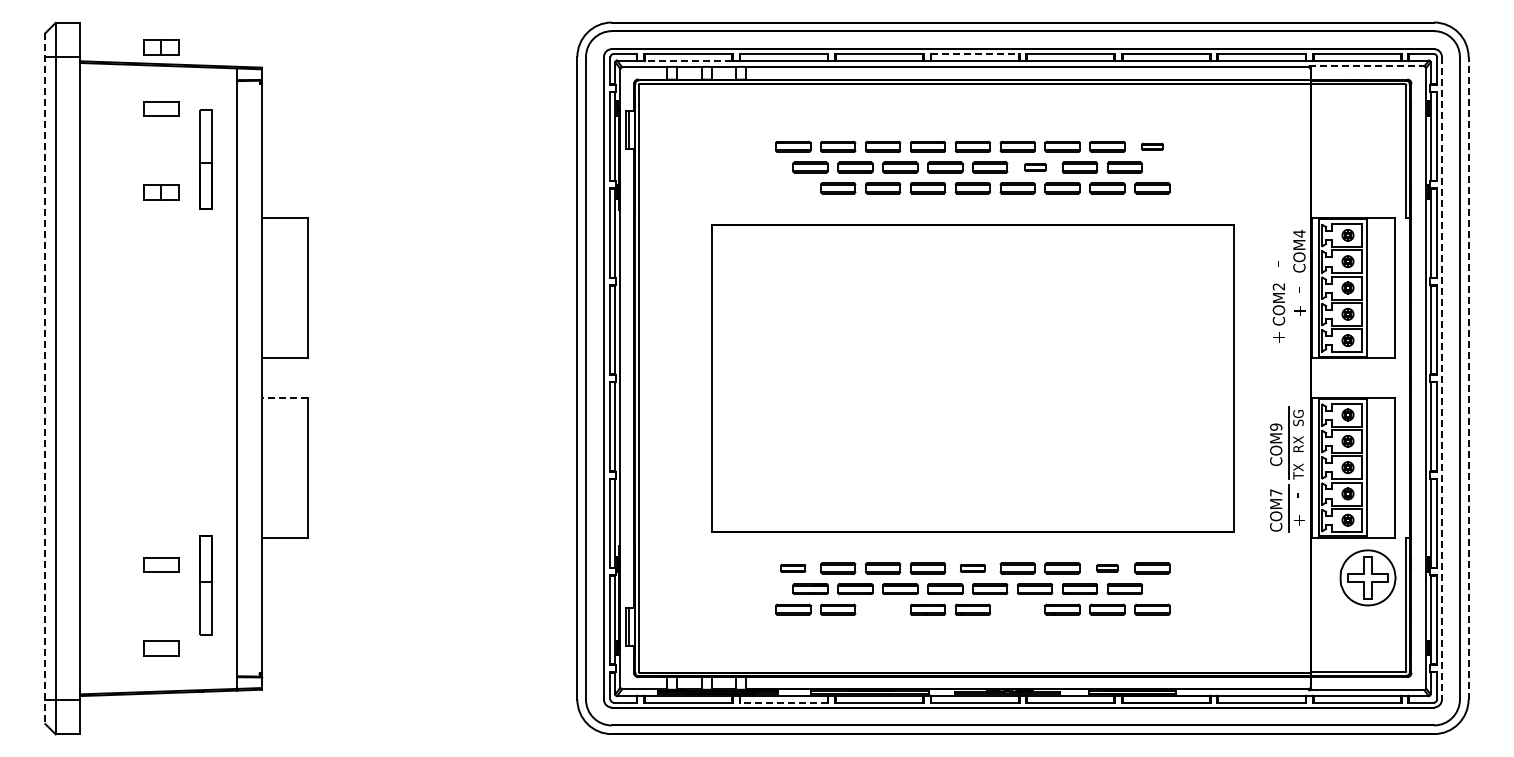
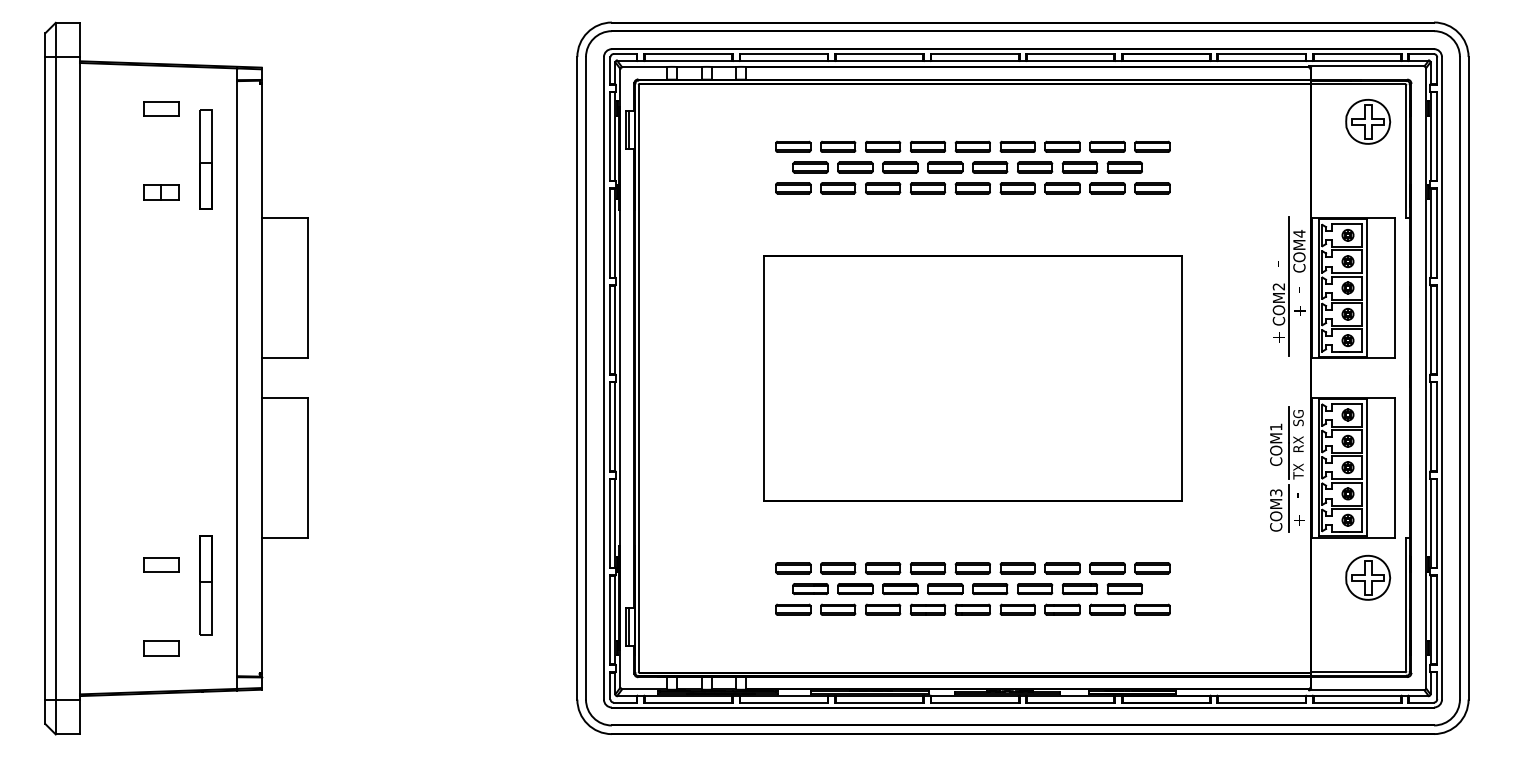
part at (161, 47): present -> none
line at (975, 54): dashed -> solid
line at (688, 60): dashed -> solid
line at (1366, 66): dashed -> solid
part at (1368, 121): none -> present
part at (1152, 146) size: 23x9 px -> 37x13 px
part at (1035, 167) size: 23x9 px -> 37x13 px
part at (793, 188): none -> present
line at (1289, 285): none -> present
line at (1468, 377): dashed -> solid
part at (972, 378) size: 524x309 px -> 420x247 px
line at (1441, 378): dashed -> solid
line at (45, 379): dashed -> solid
line at (284, 397): dashed -> solid
text at (1276, 426): COM9 -> COM1
text at (1276, 492): COM7 -> COM3
part at (793, 568) size: 27x9 px -> 37x13 px
part at (972, 568) size: 27x9 px -> 37x13 px
part at (1107, 568) size: 23x9 px -> 37x13 px
part at (1367, 577) size: 58x58 px -> 47x47 px
part at (883, 609): none -> present
part at (1017, 609): none -> present
line at (783, 702): dashed -> solid
